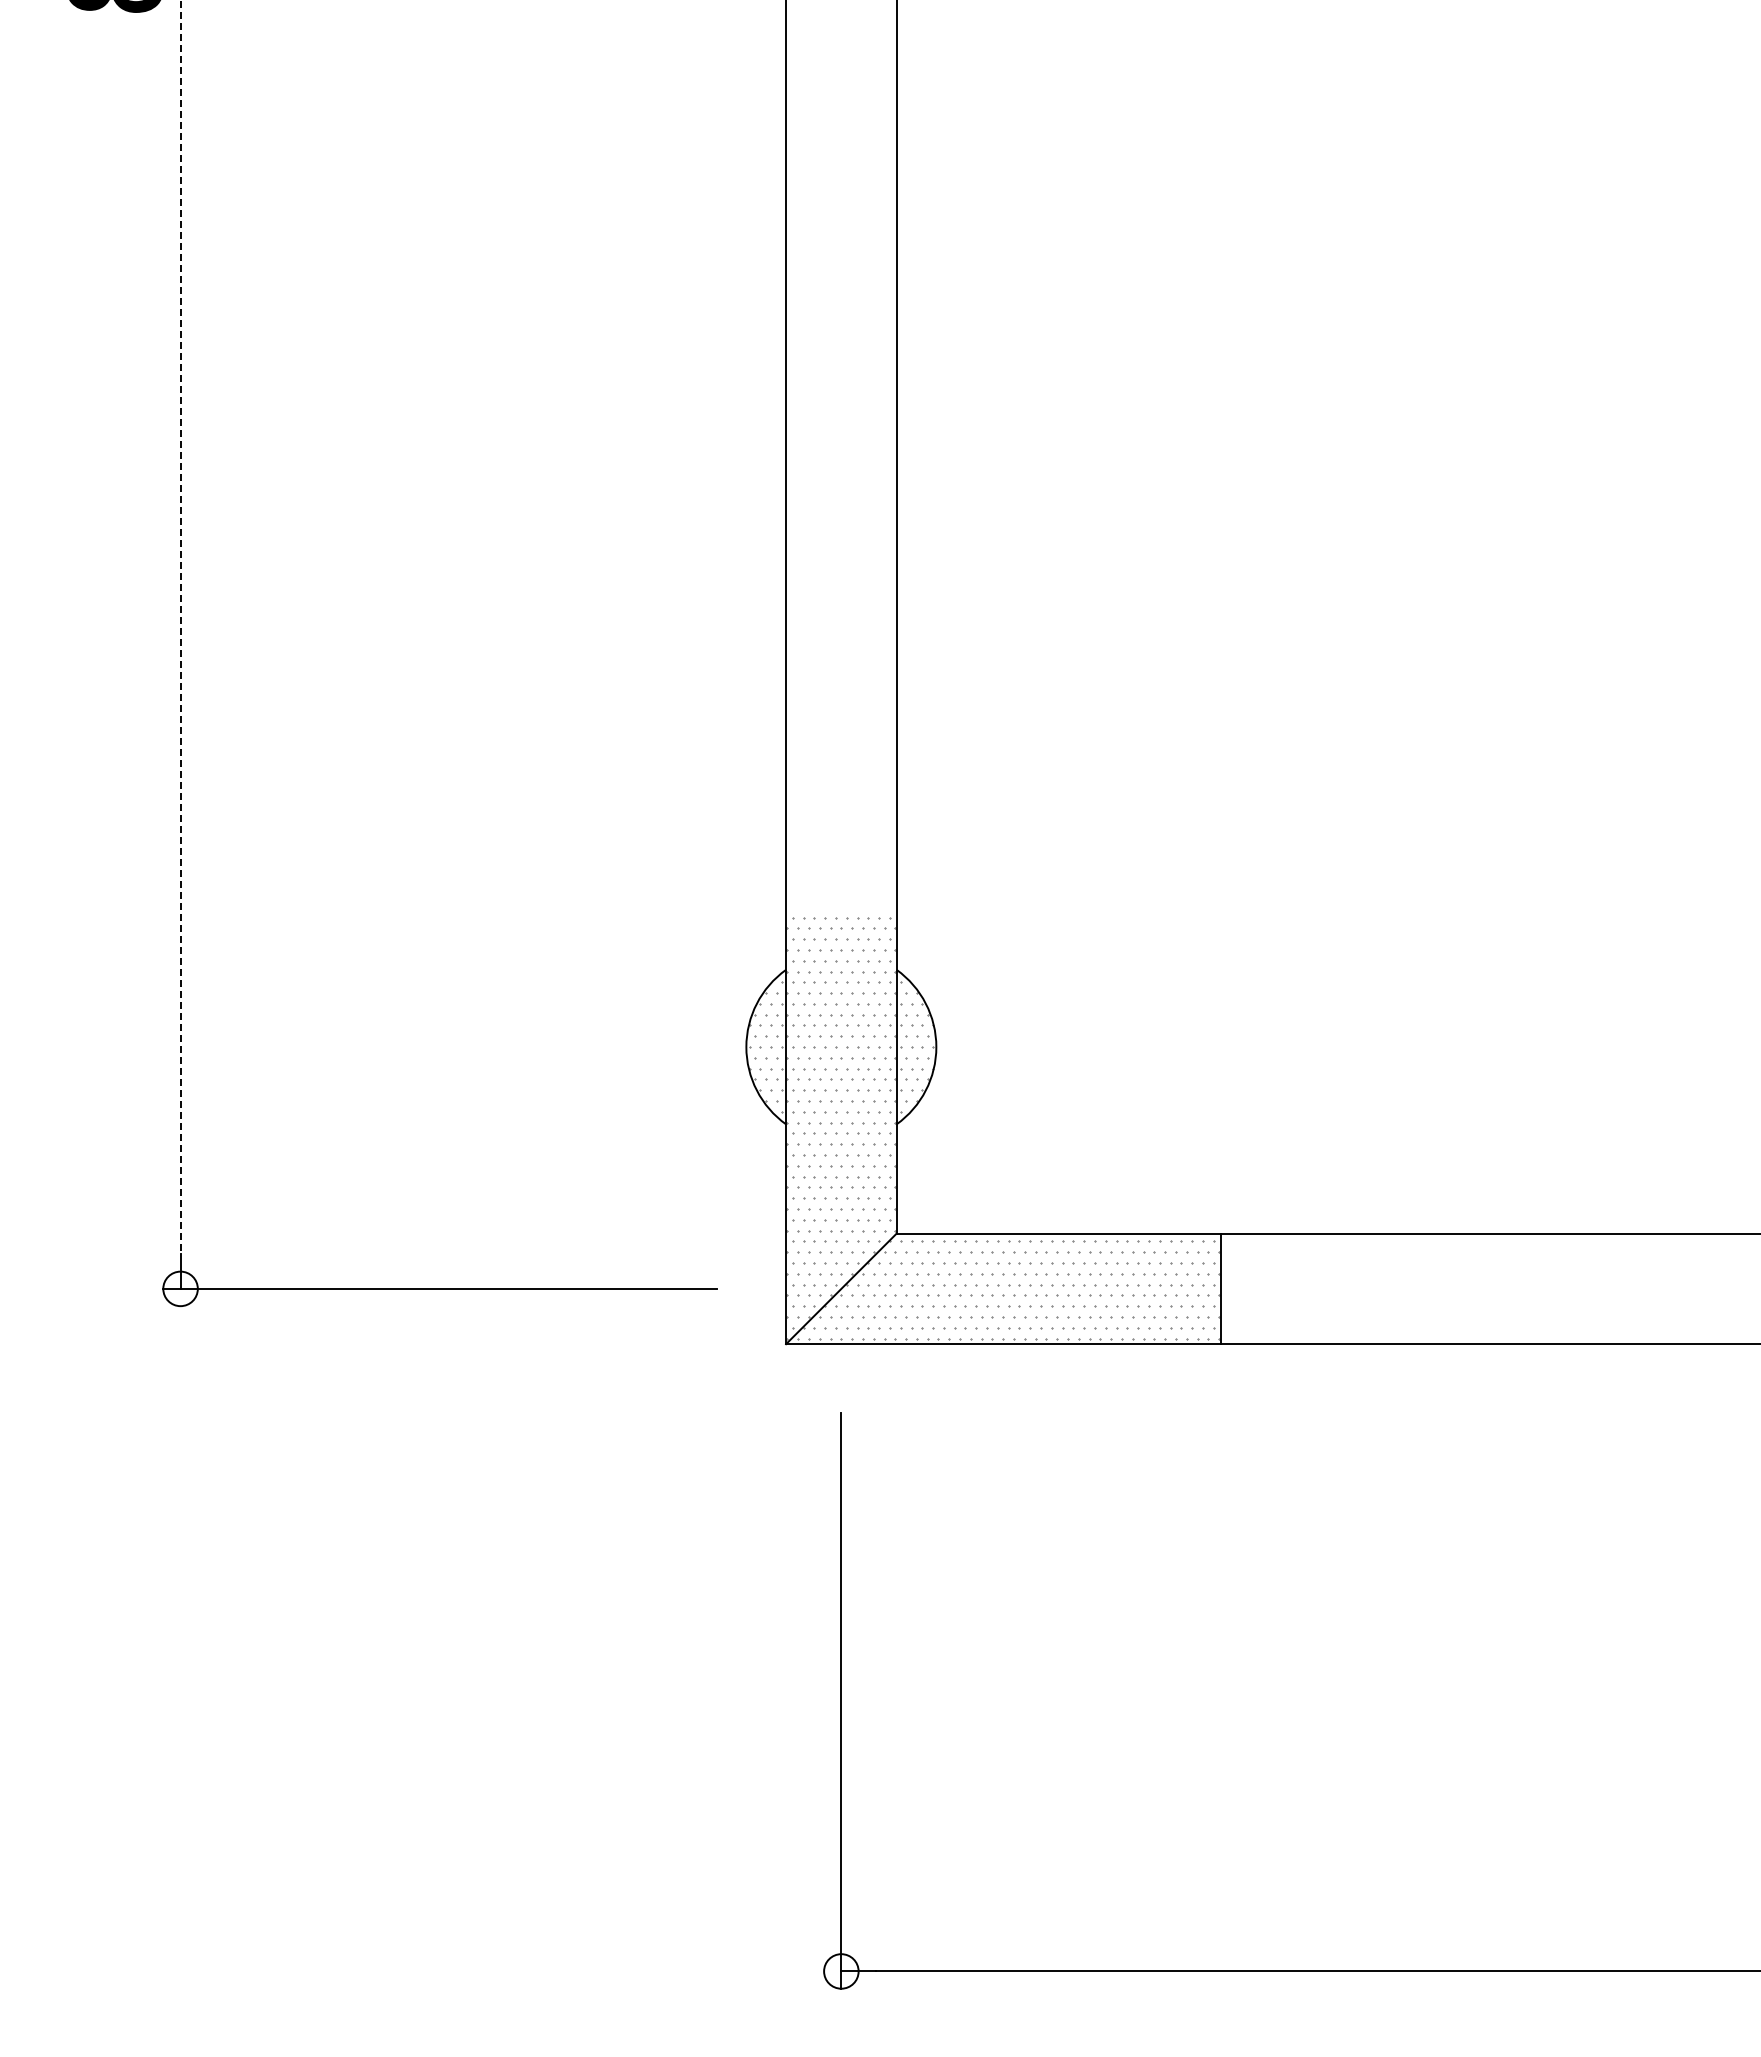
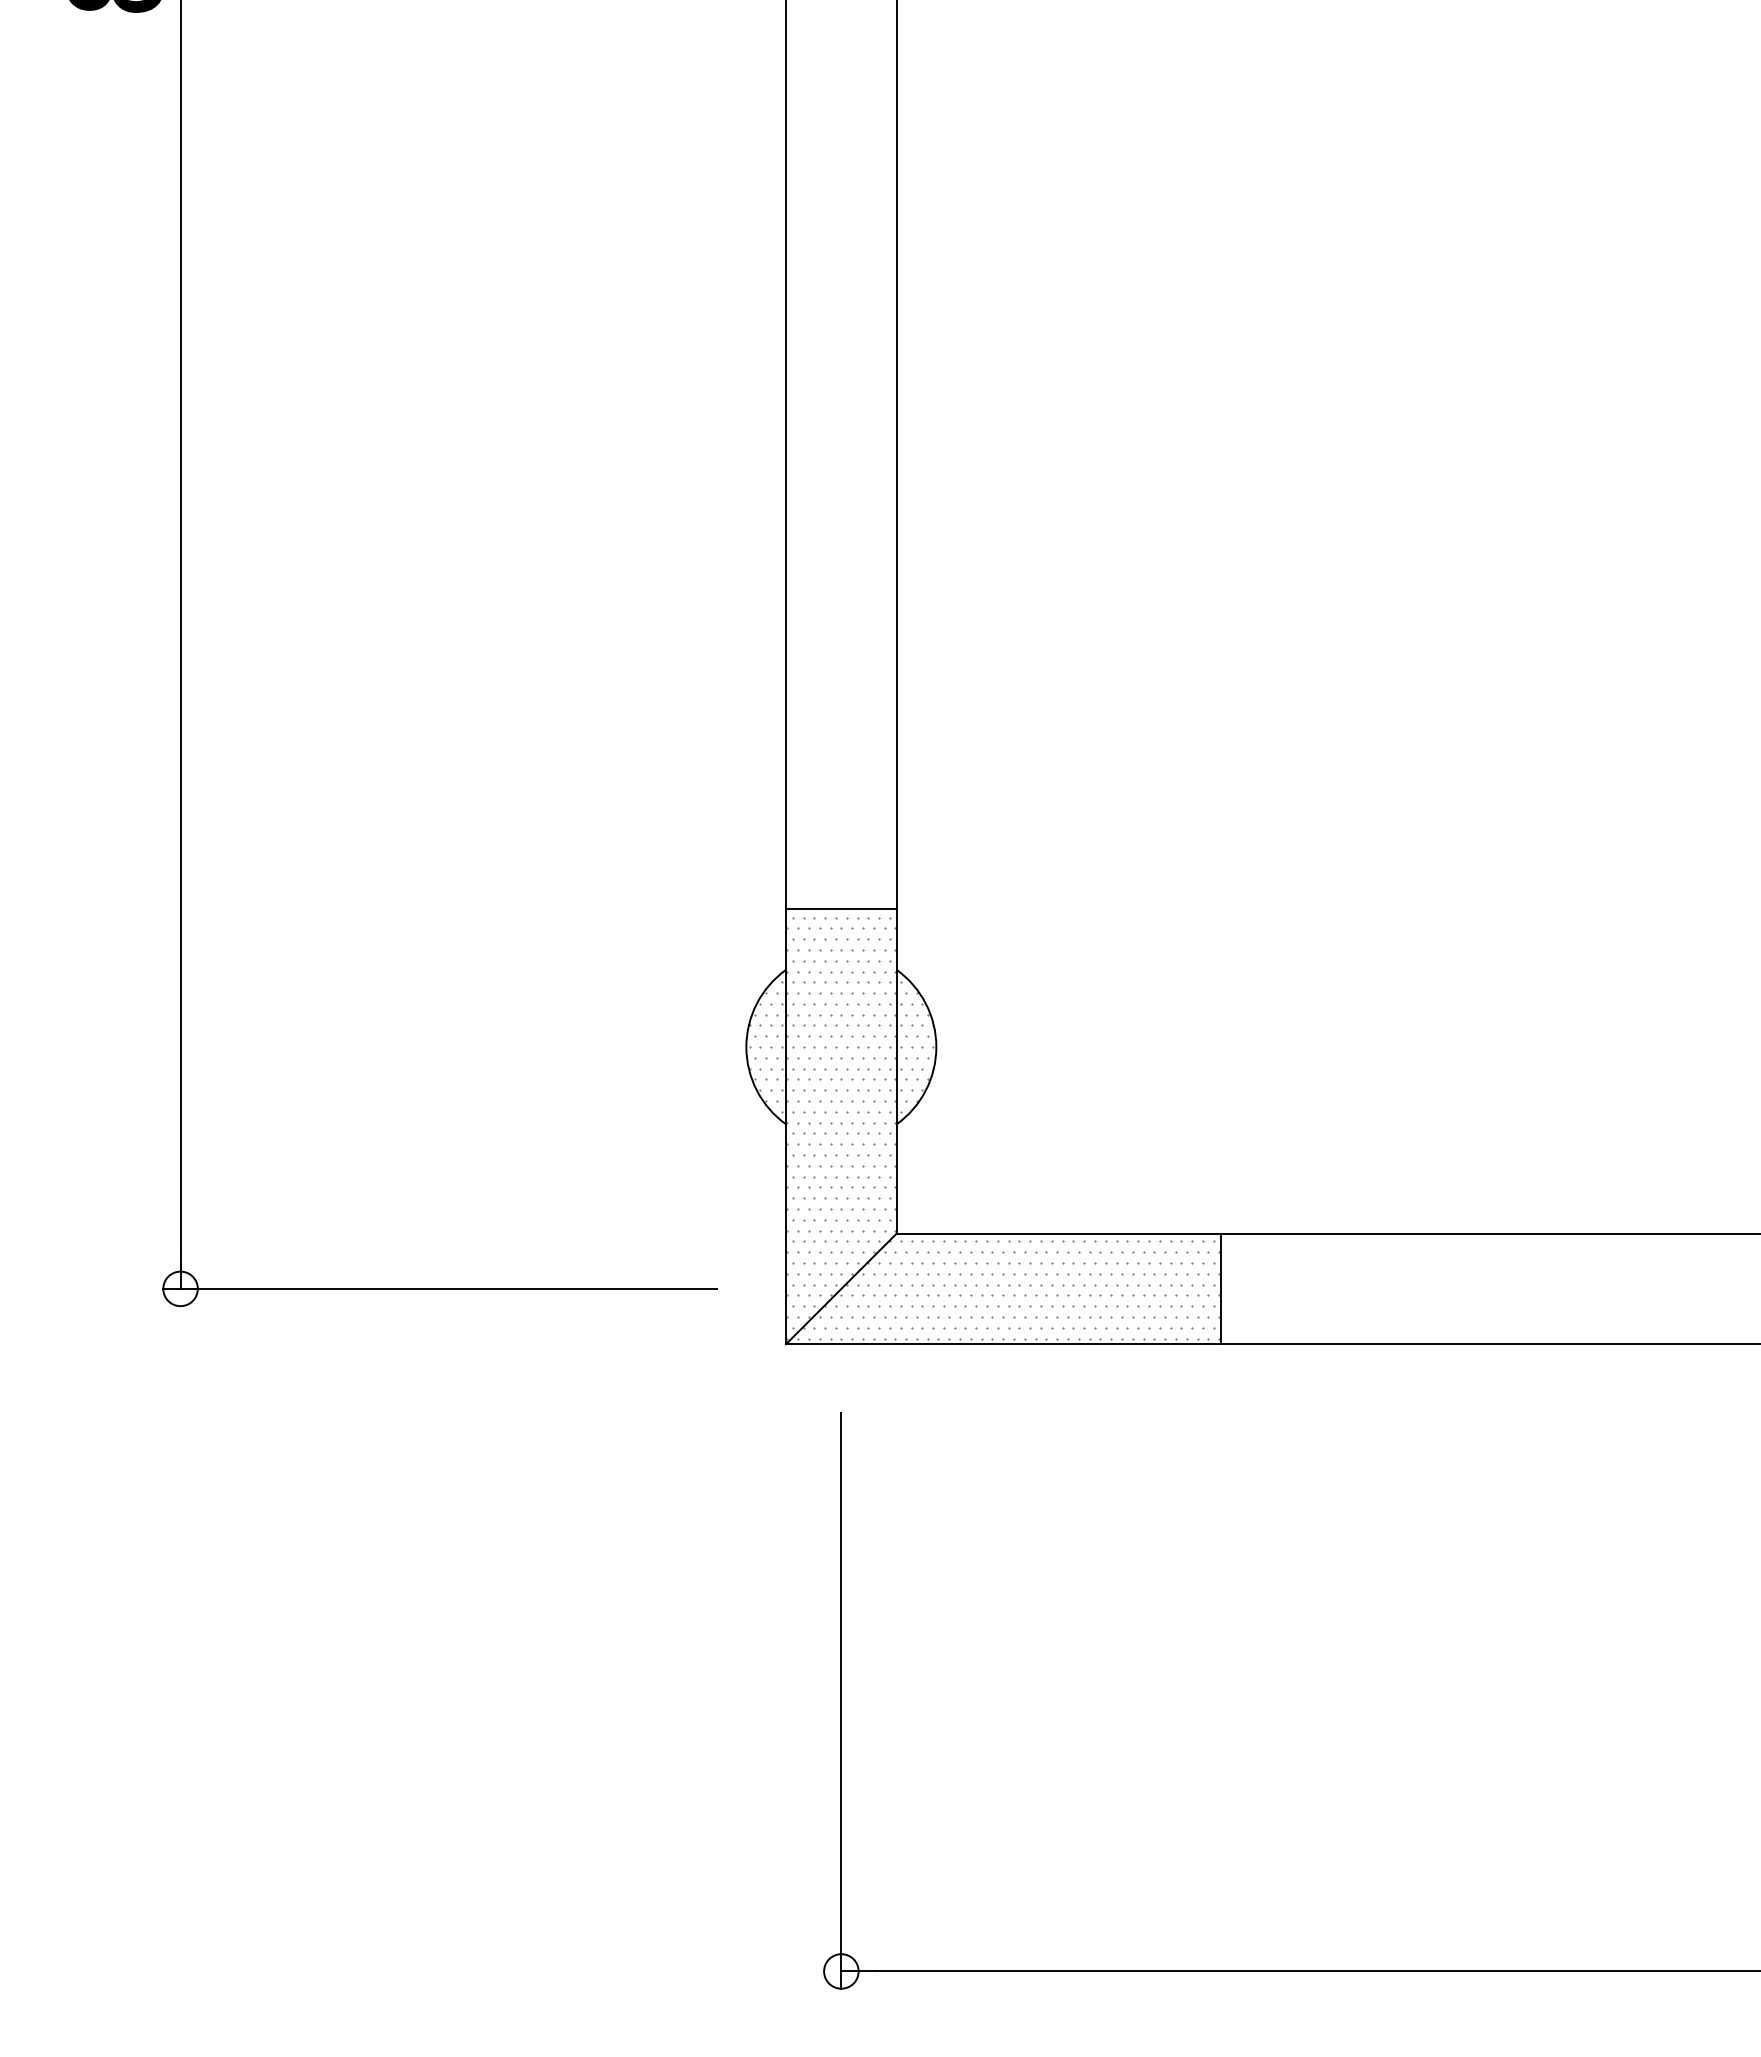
line at (180, 627): dashed -> solid
line at (841, 908): none -> present
